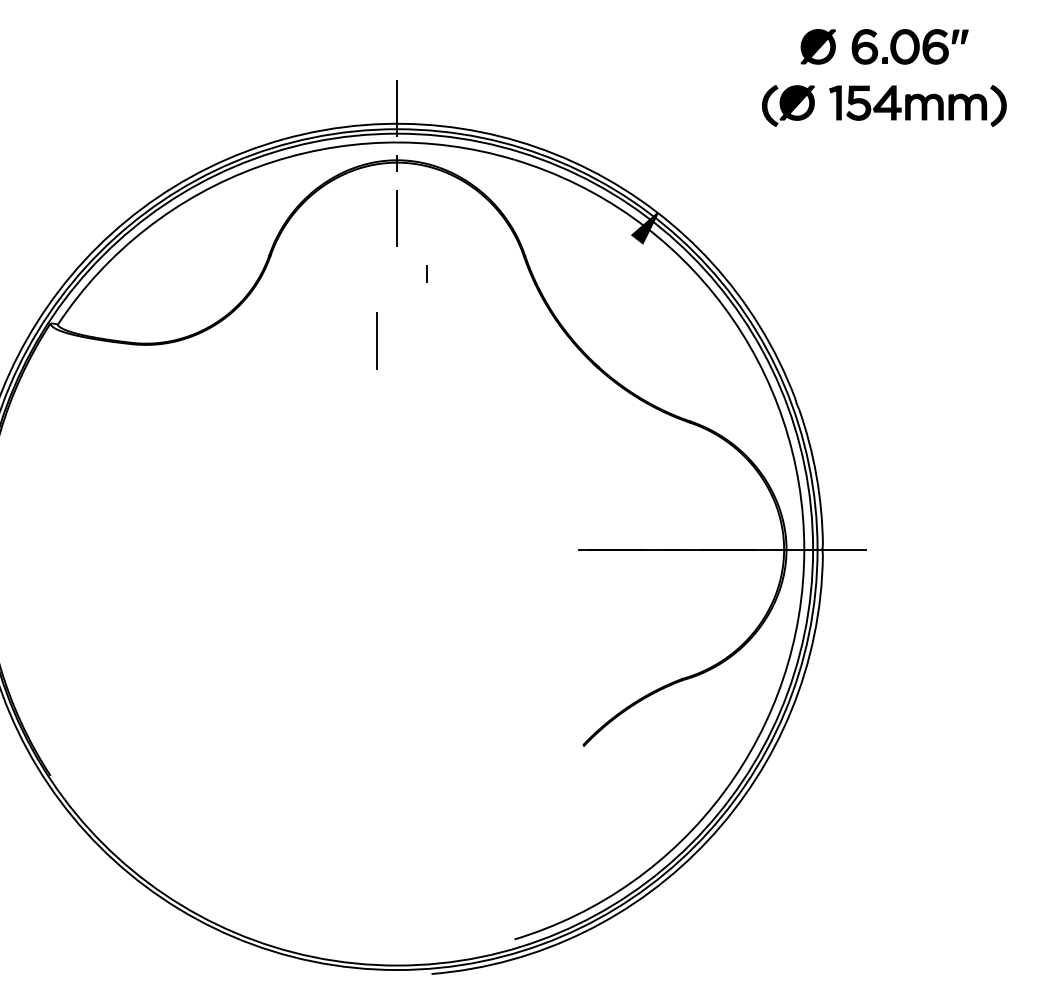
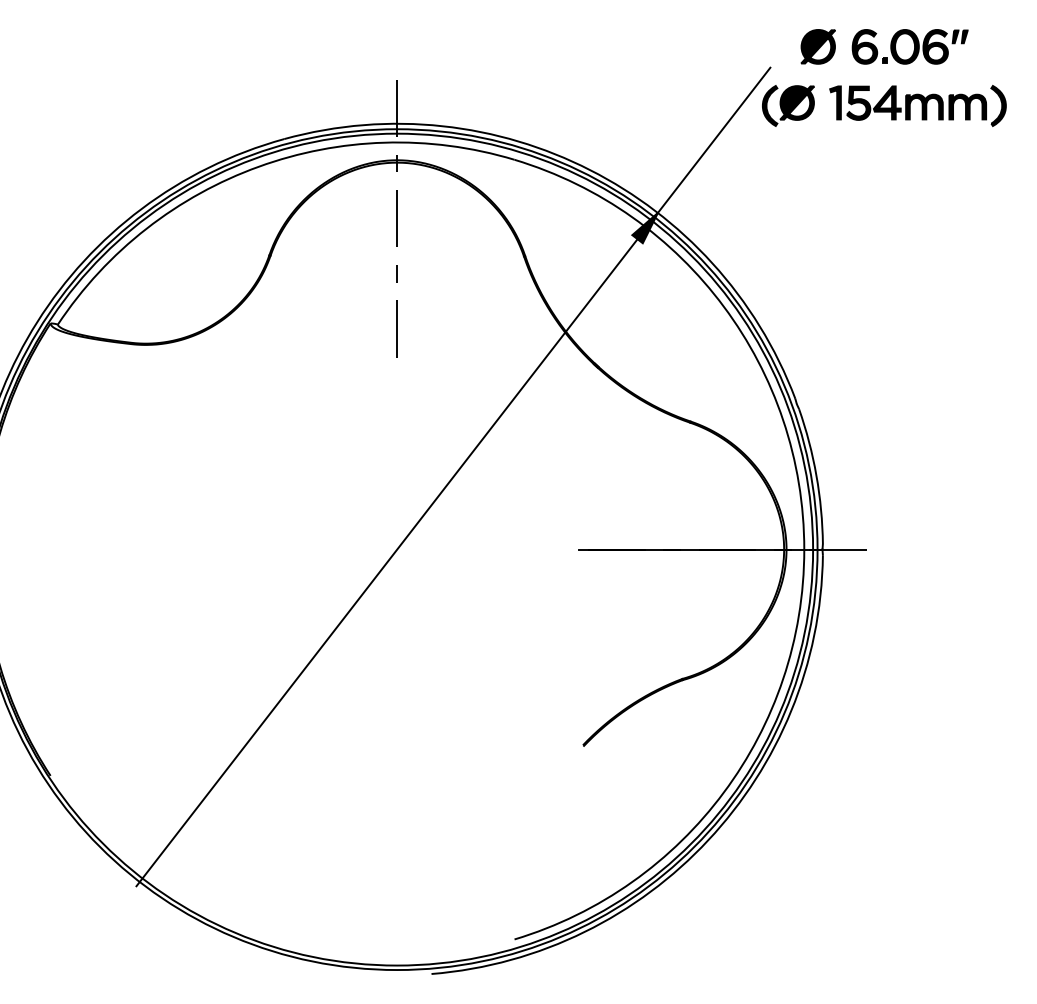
line at (426, 273) position: (426, 273) -> (396, 273)
line at (376, 340) position: (376, 340) -> (396, 328)
line at (453, 476): none -> present
